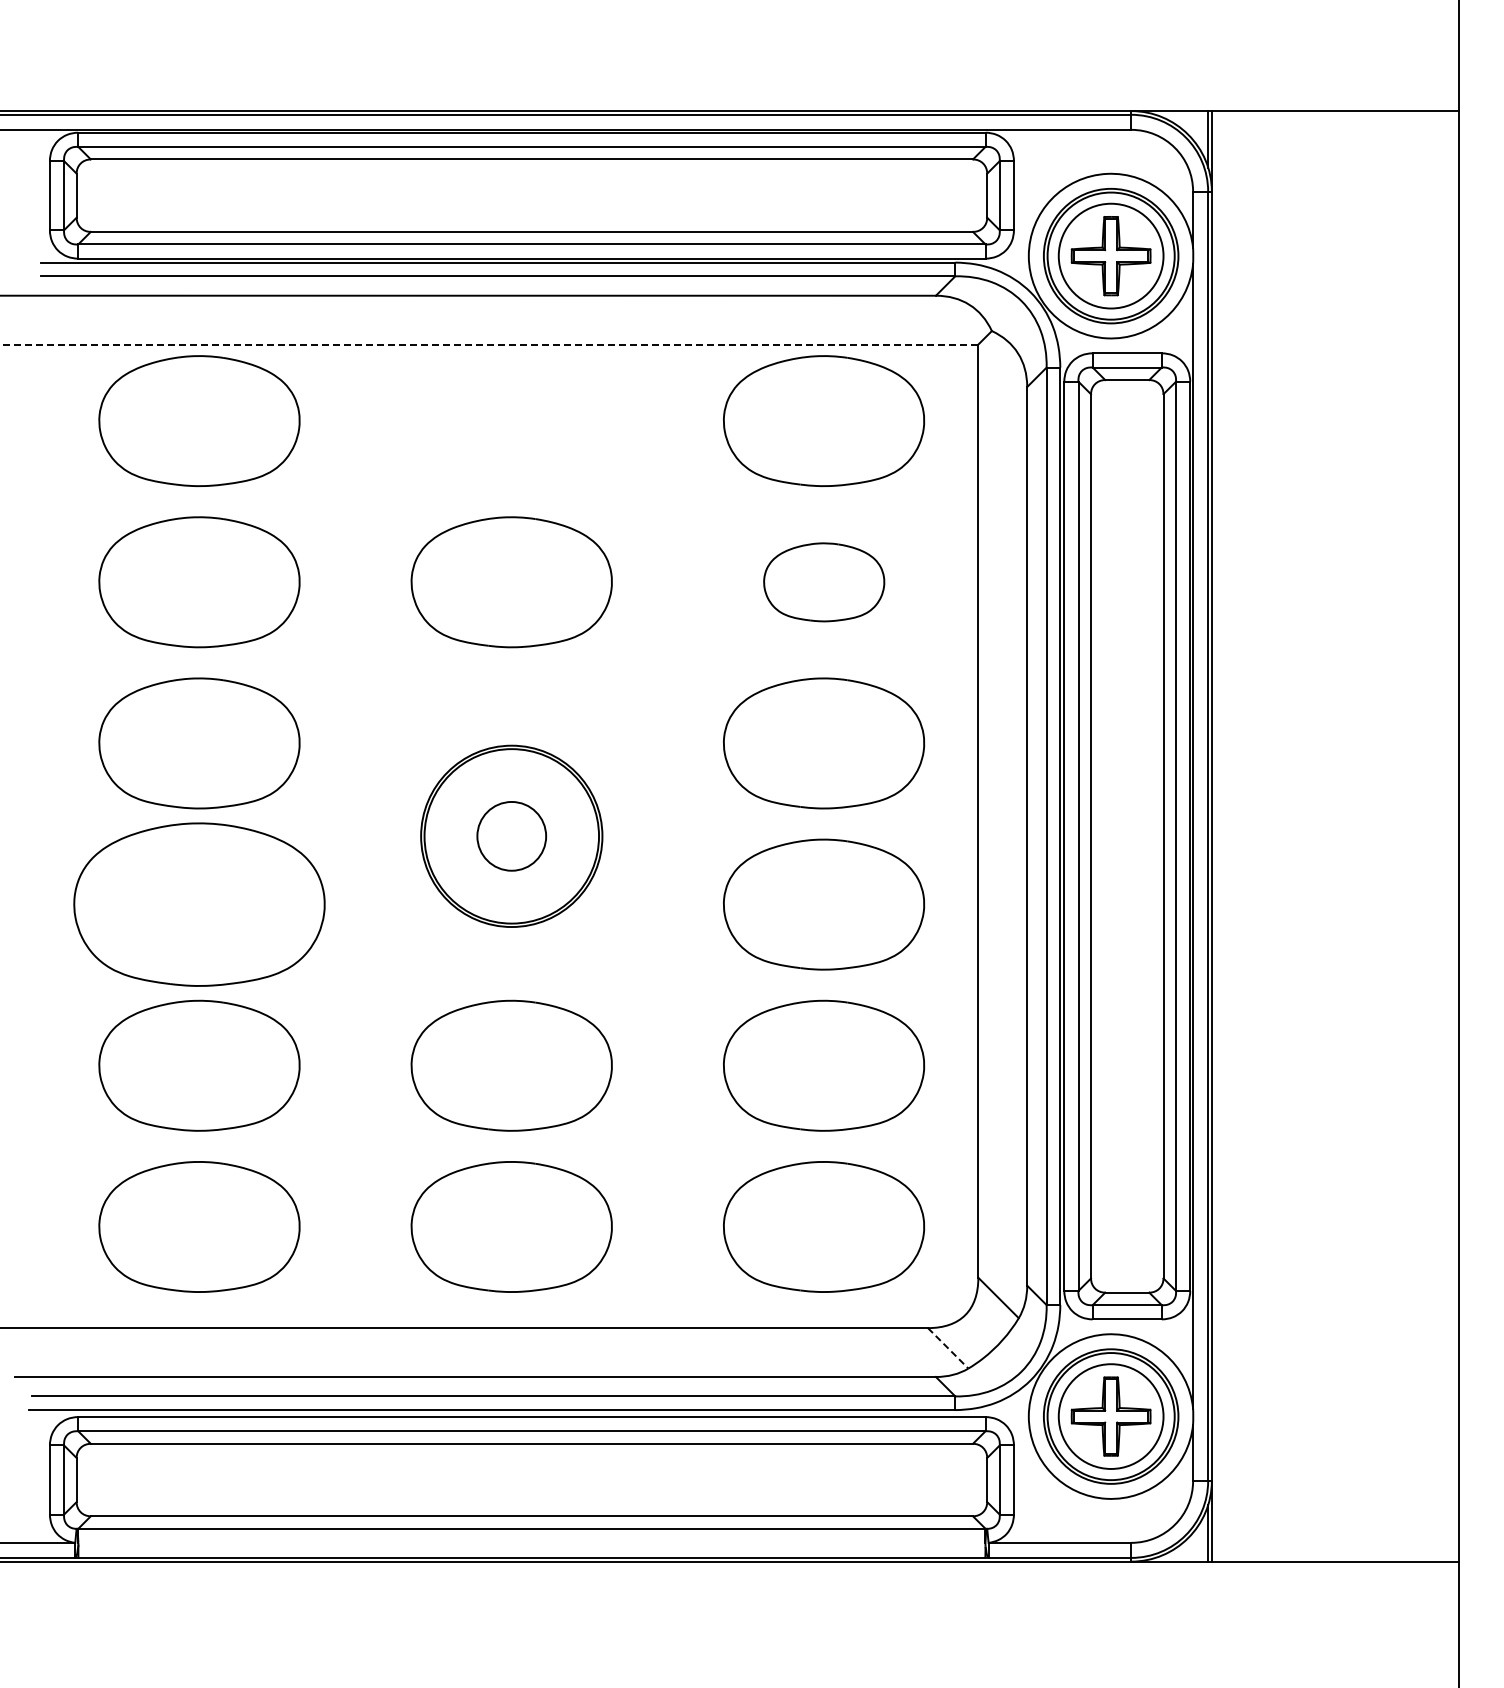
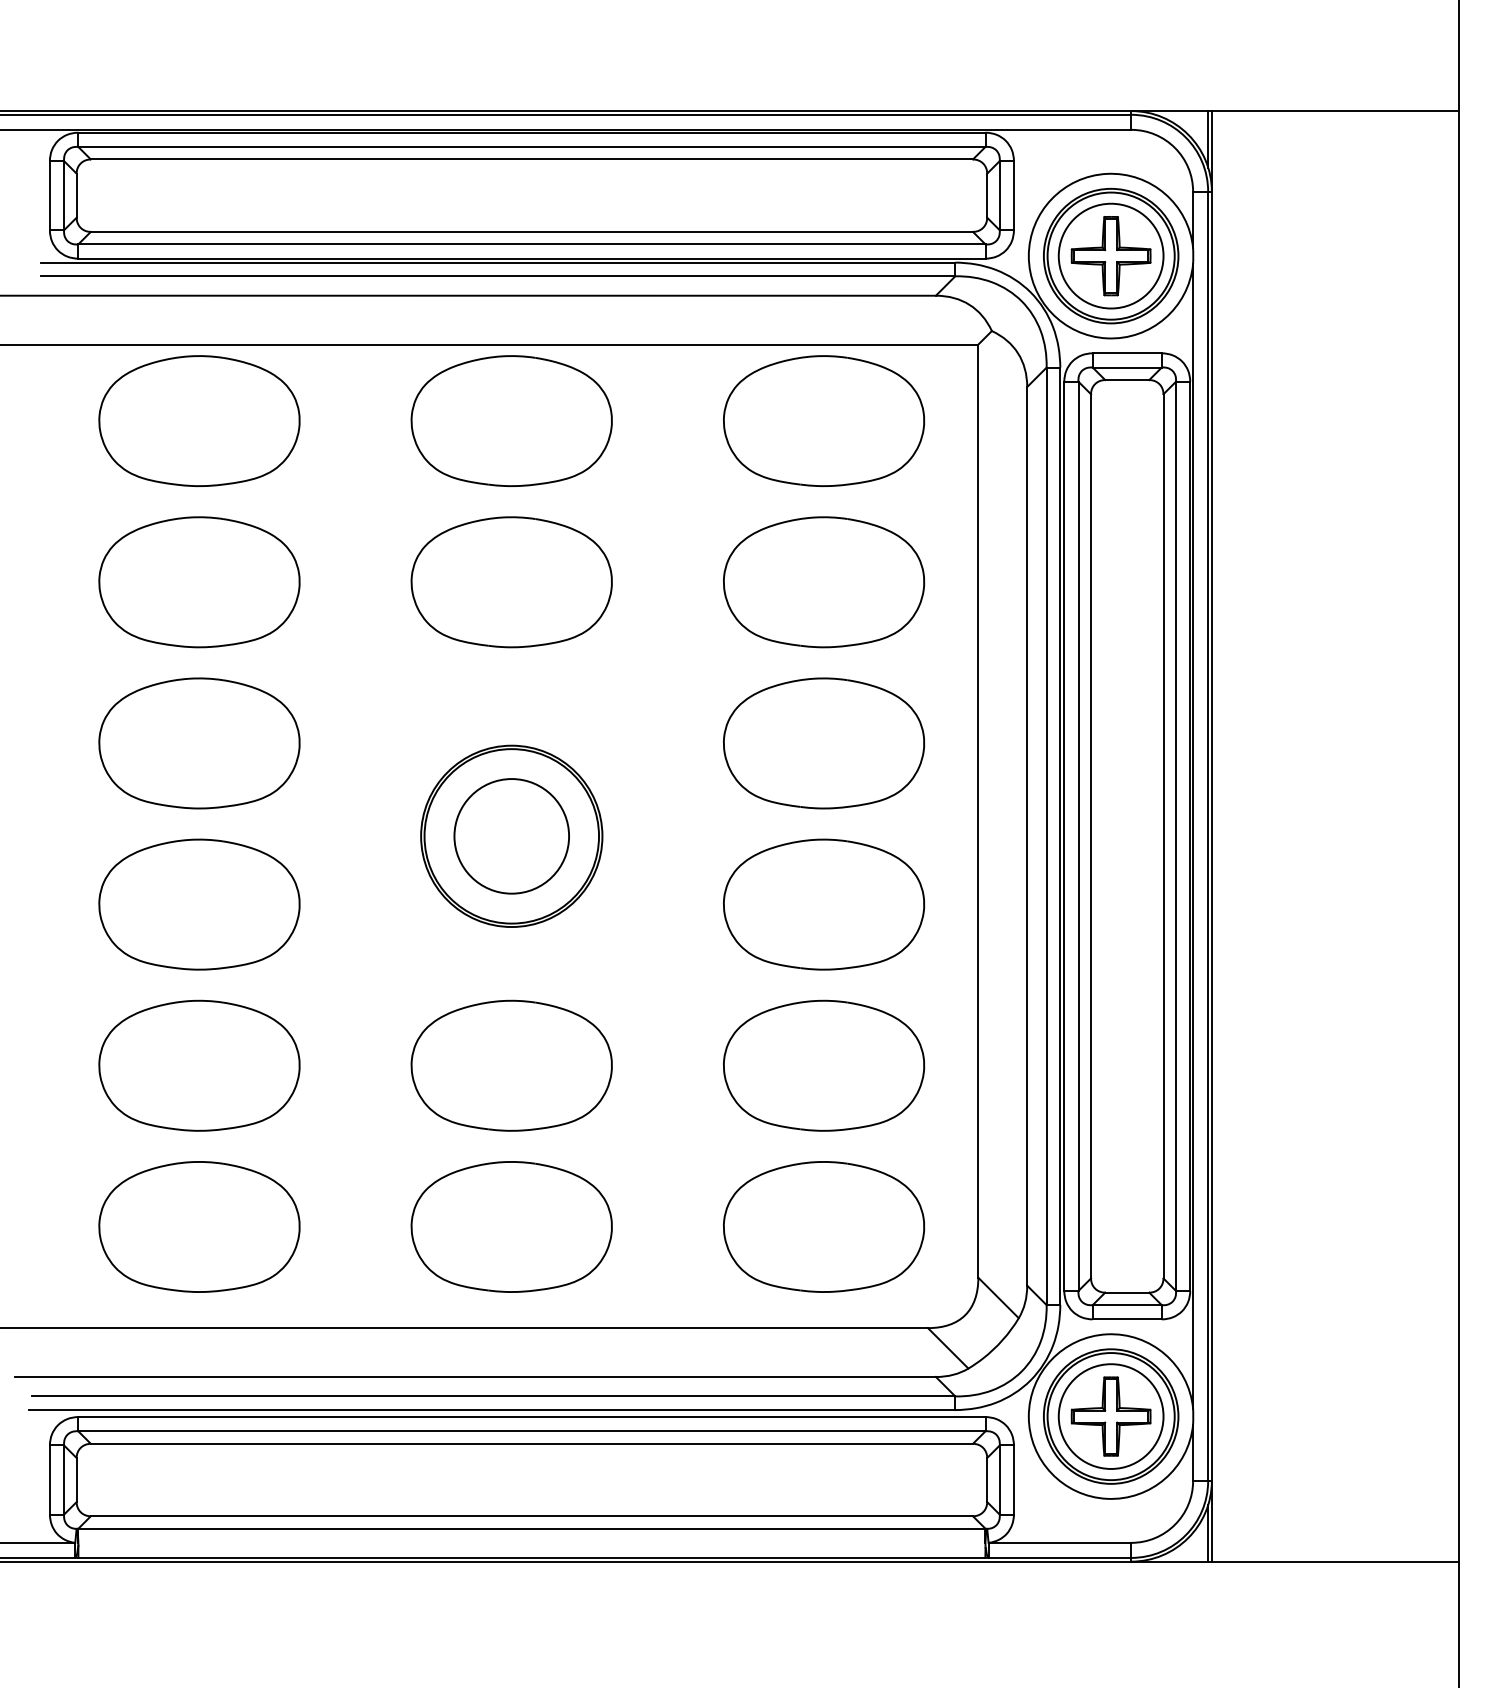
line at (489, 344): dashed -> solid
part at (511, 420): none -> present
part at (824, 582) size: 123x81 px -> 203x133 px
circle at (511, 835) diameter: 69 px -> 115 px
part at (199, 904) size: 253x165 px -> 203x133 px
line at (948, 1348): dashed -> solid
